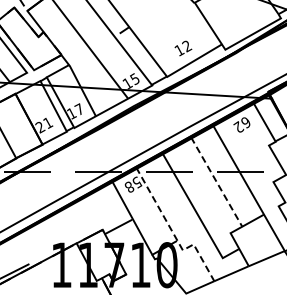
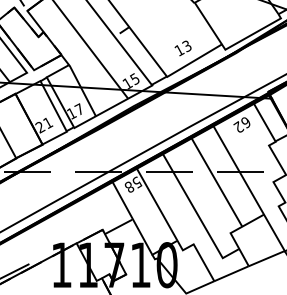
text at (187, 46): 12 -> 13
line at (216, 182): dashed -> solid
line at (174, 234): dashed -> solid
